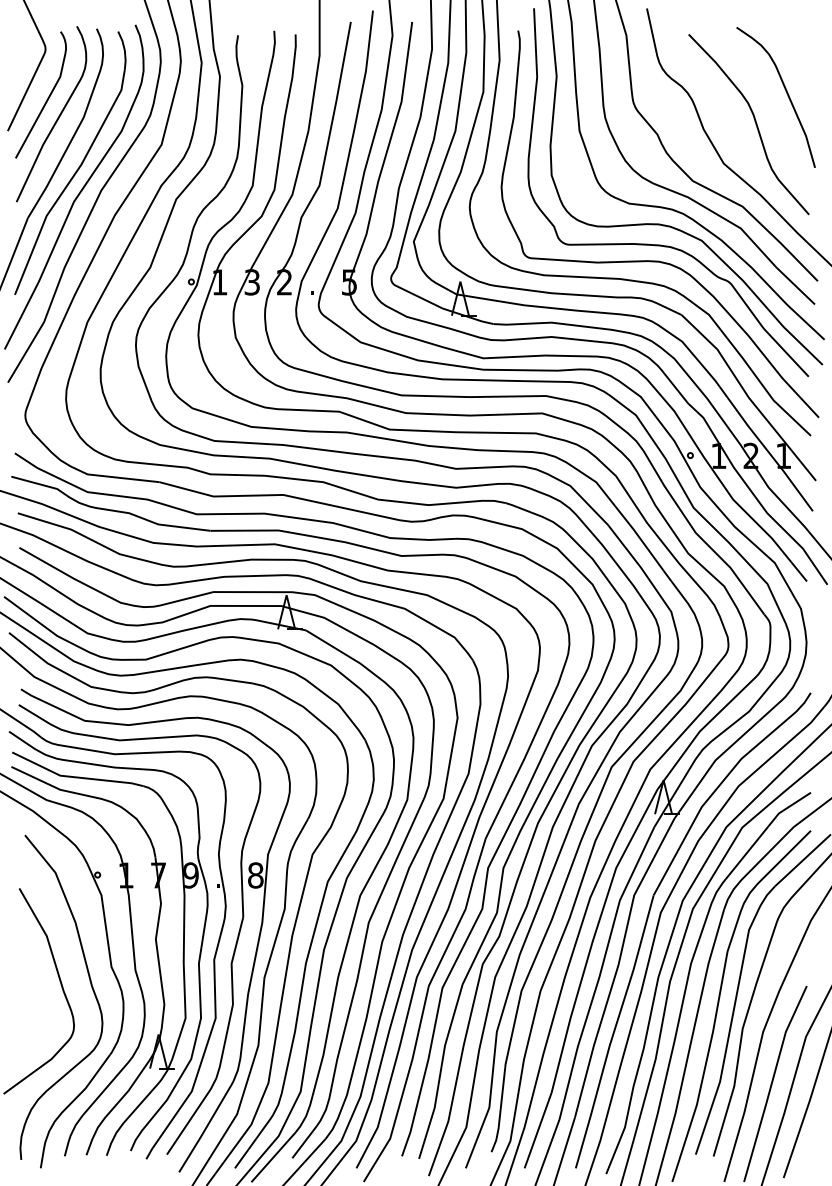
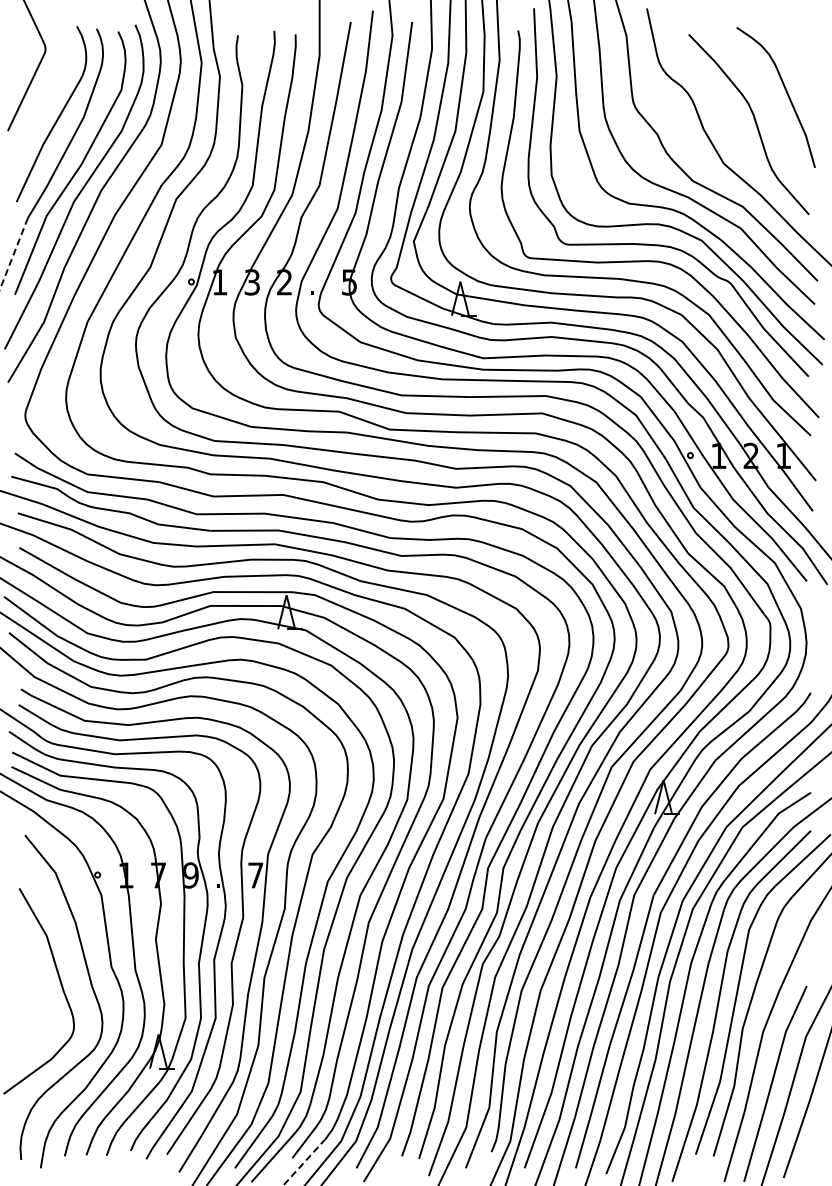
curve at (47, 97): present -> none
line at (13, 254): solid -> dashed
text at (255, 875): 8 -> 7
line at (304, 1161): solid -> dashed
